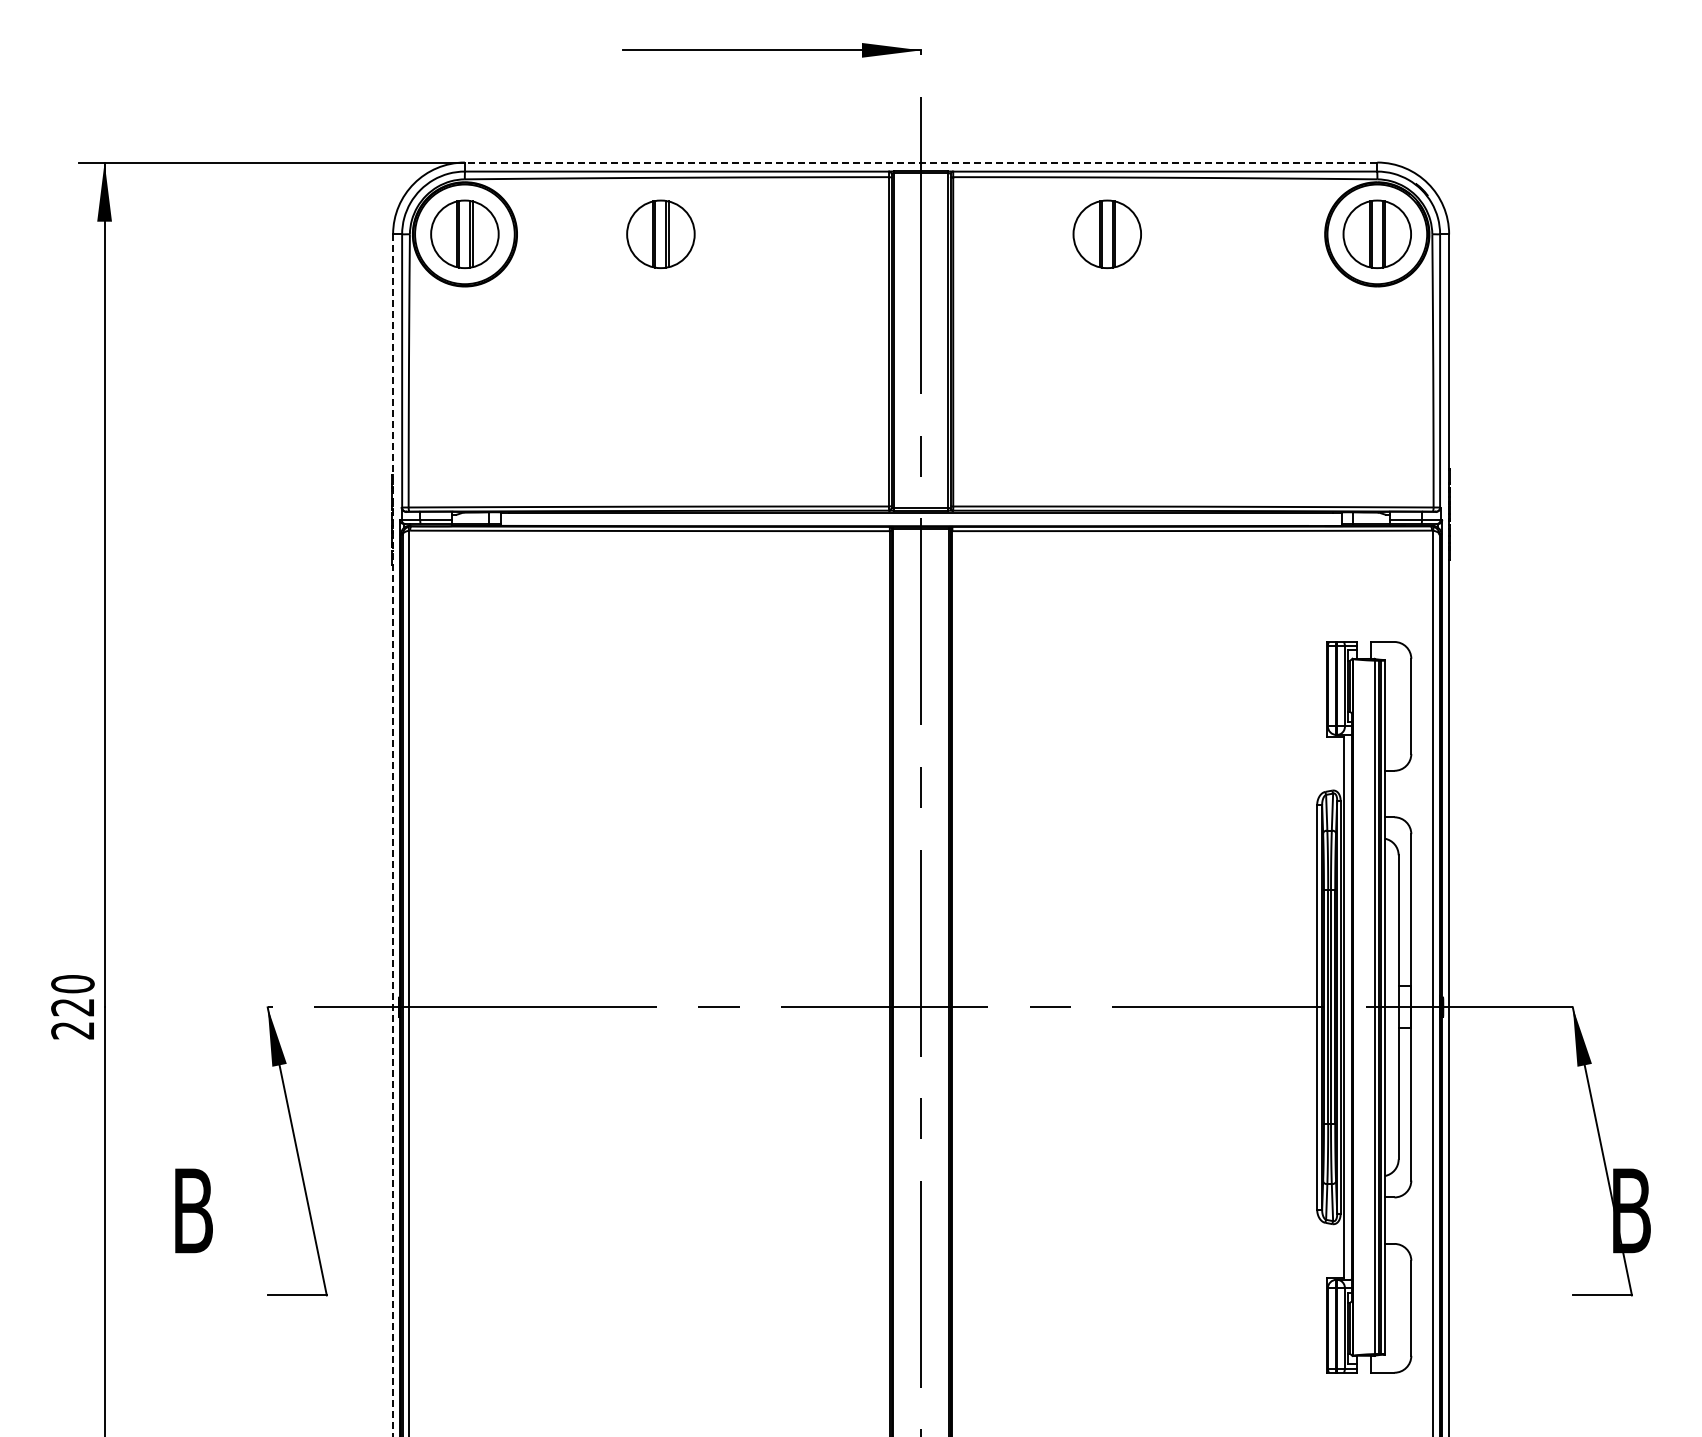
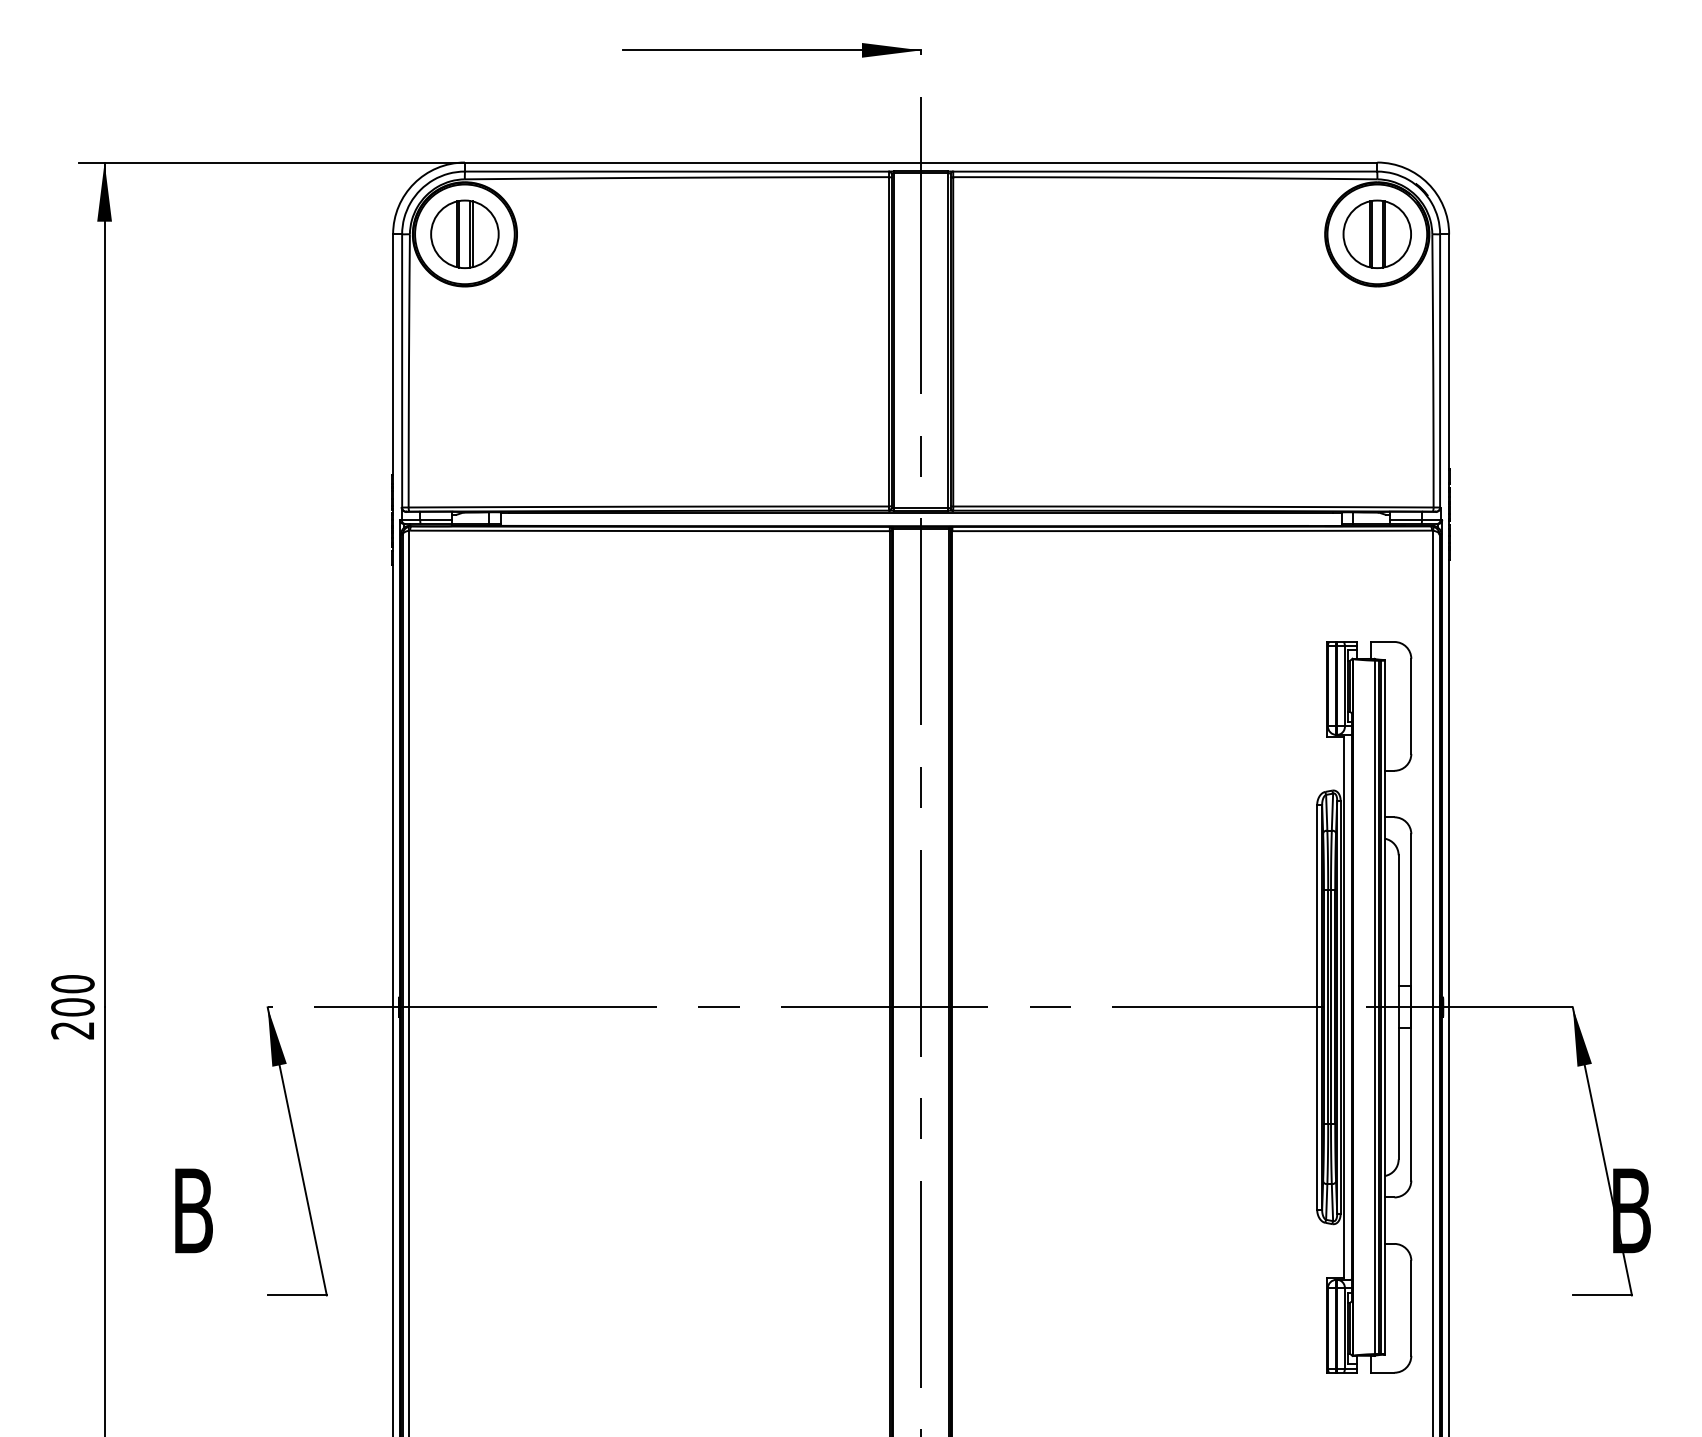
line at (920, 162): dashed -> solid
part at (660, 233): present -> none
part at (1106, 233): present -> none
line at (393, 835): dashed -> solid
text at (72, 1007): 220 -> 200
